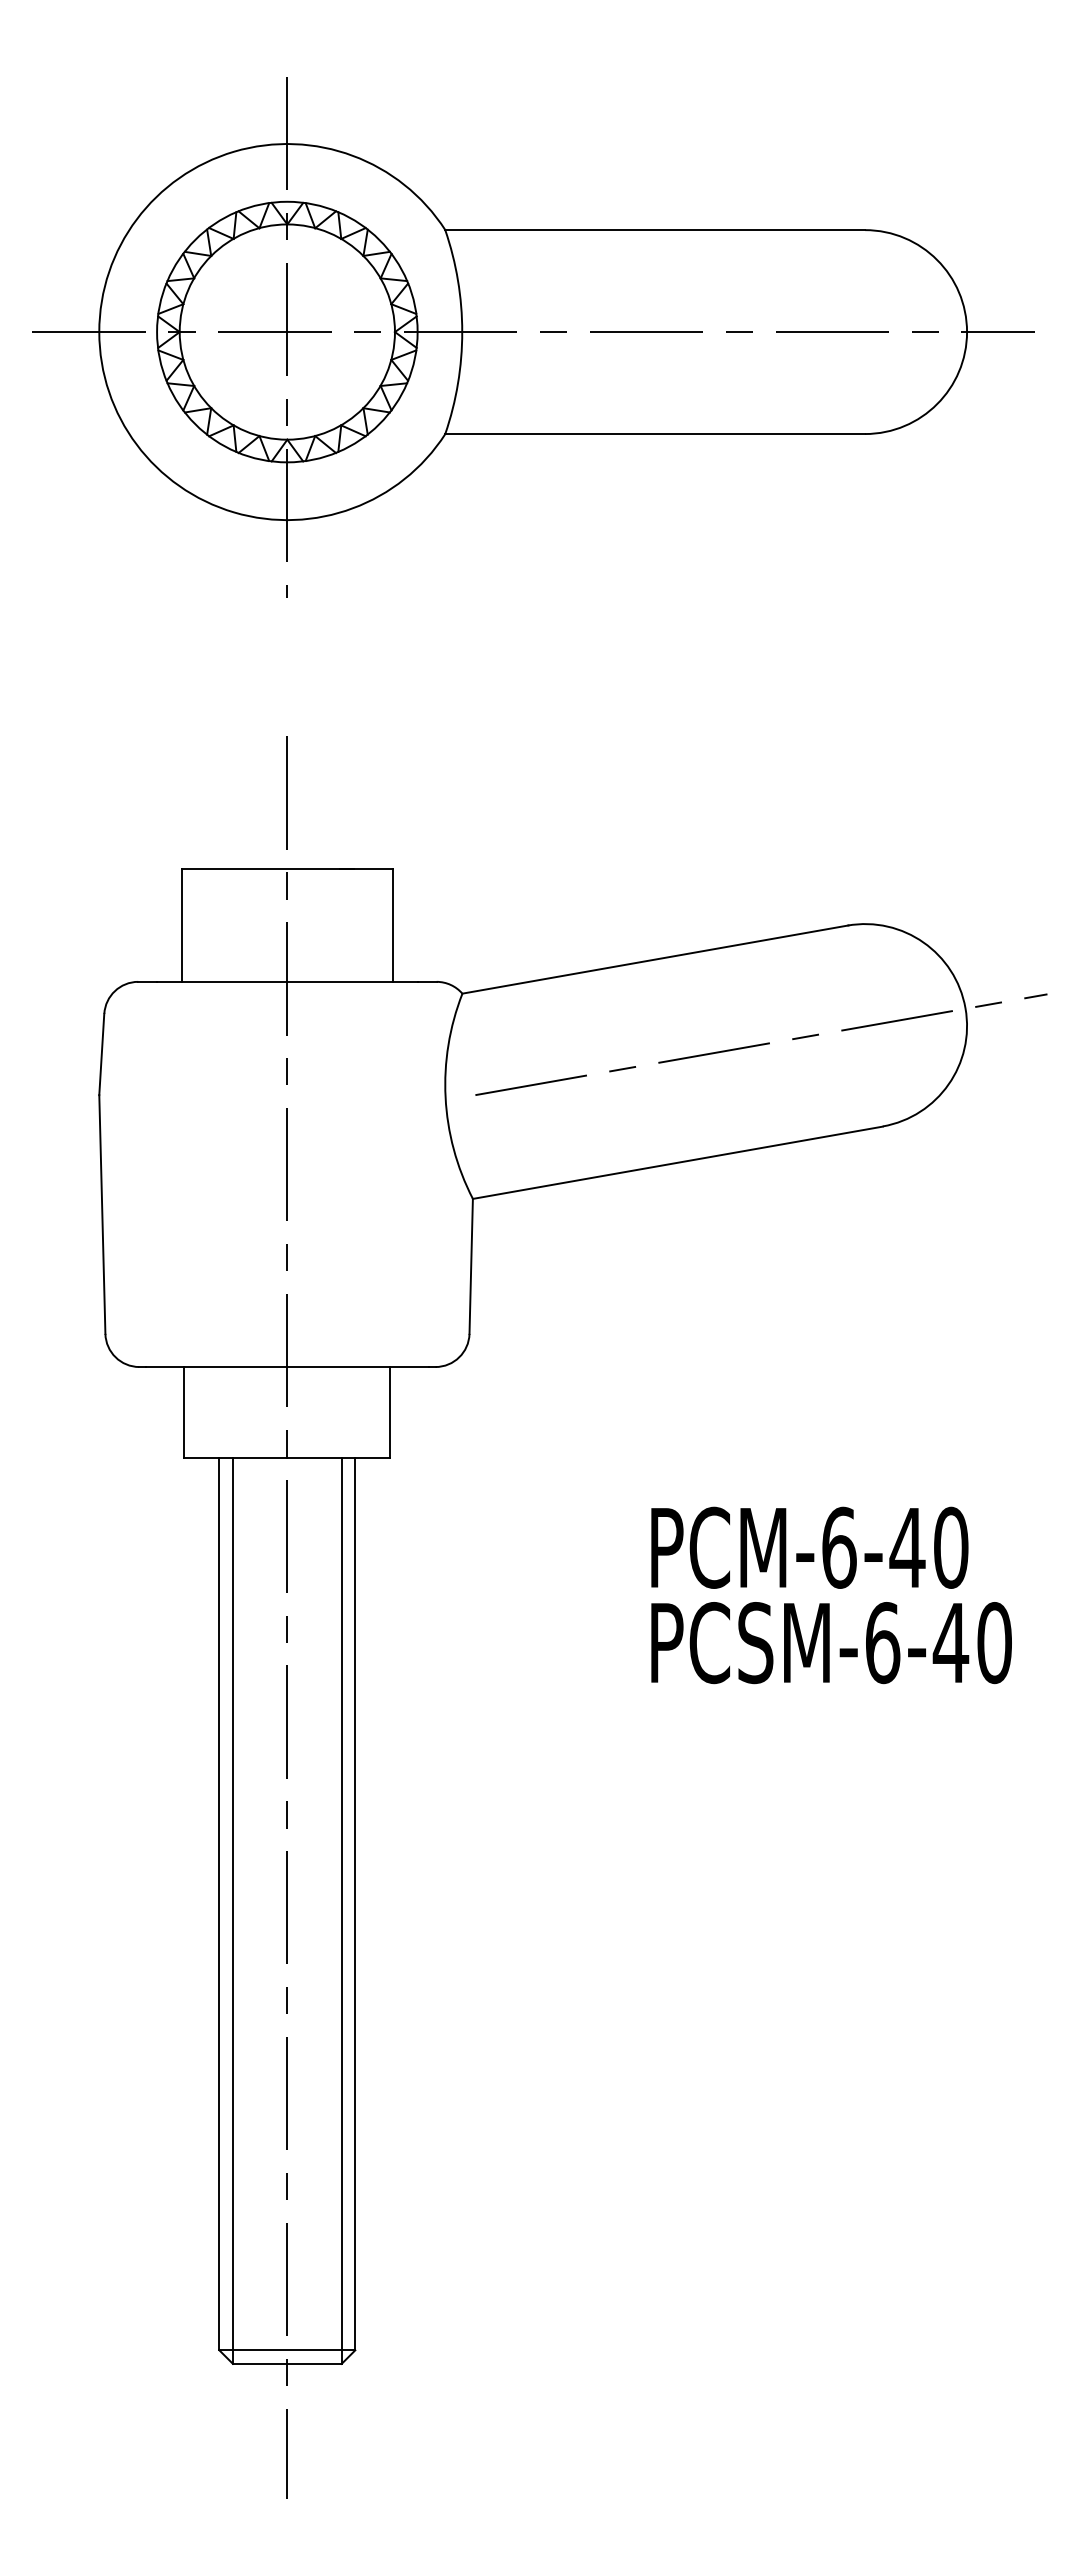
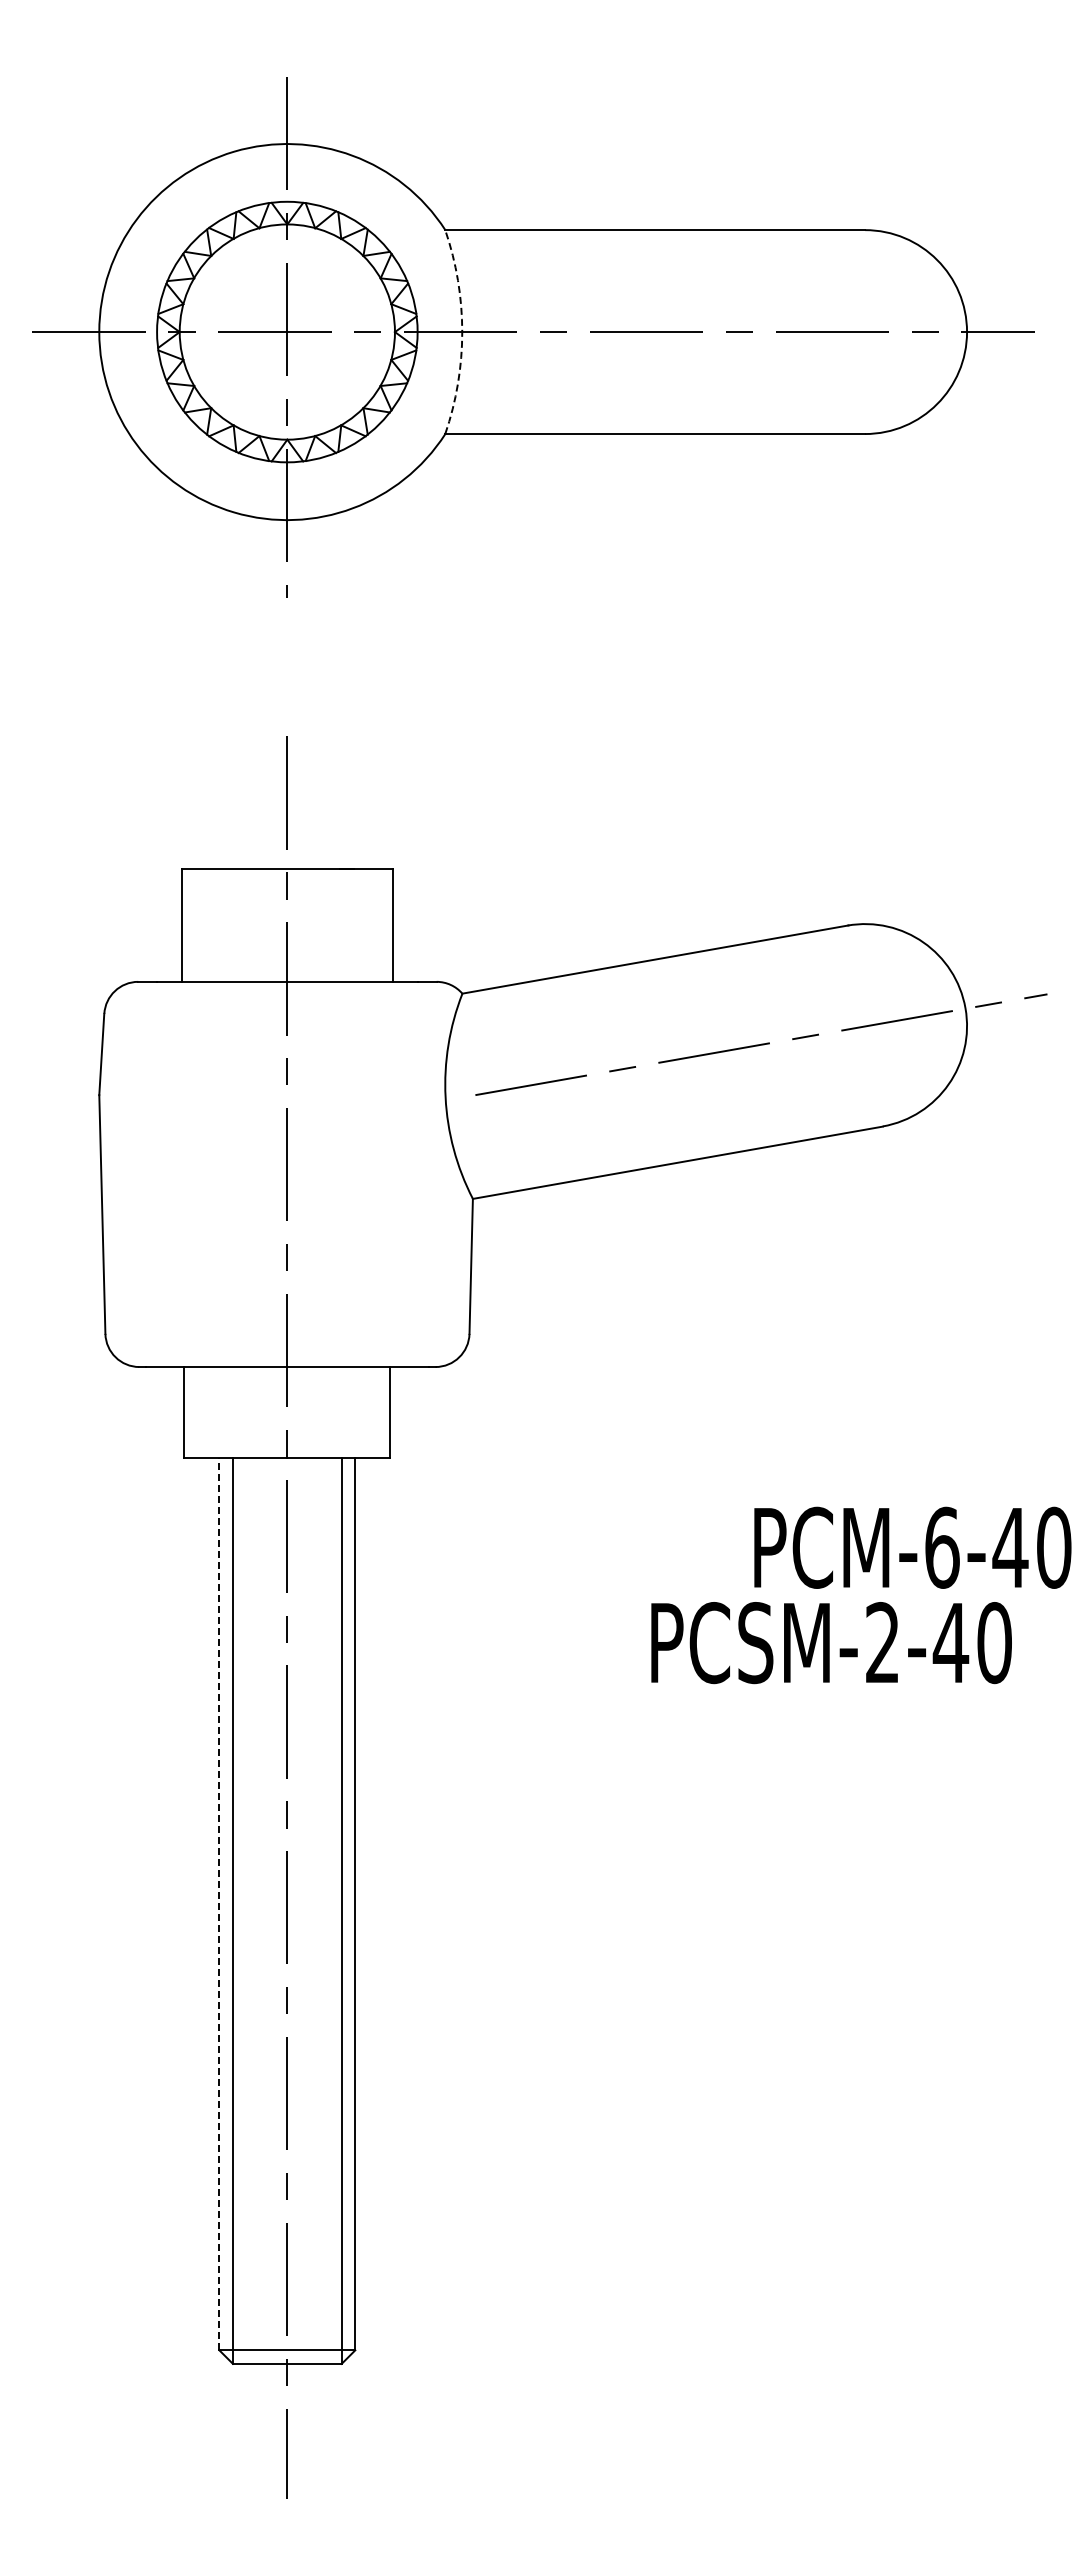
arc at (462, 332): solid -> dashed
text at (809, 1547) position: (809, 1547) -> (912, 1547)
text at (883, 1643): PCSM-6-40 -> PCSM-2-40
line at (219, 1903): solid -> dashed
